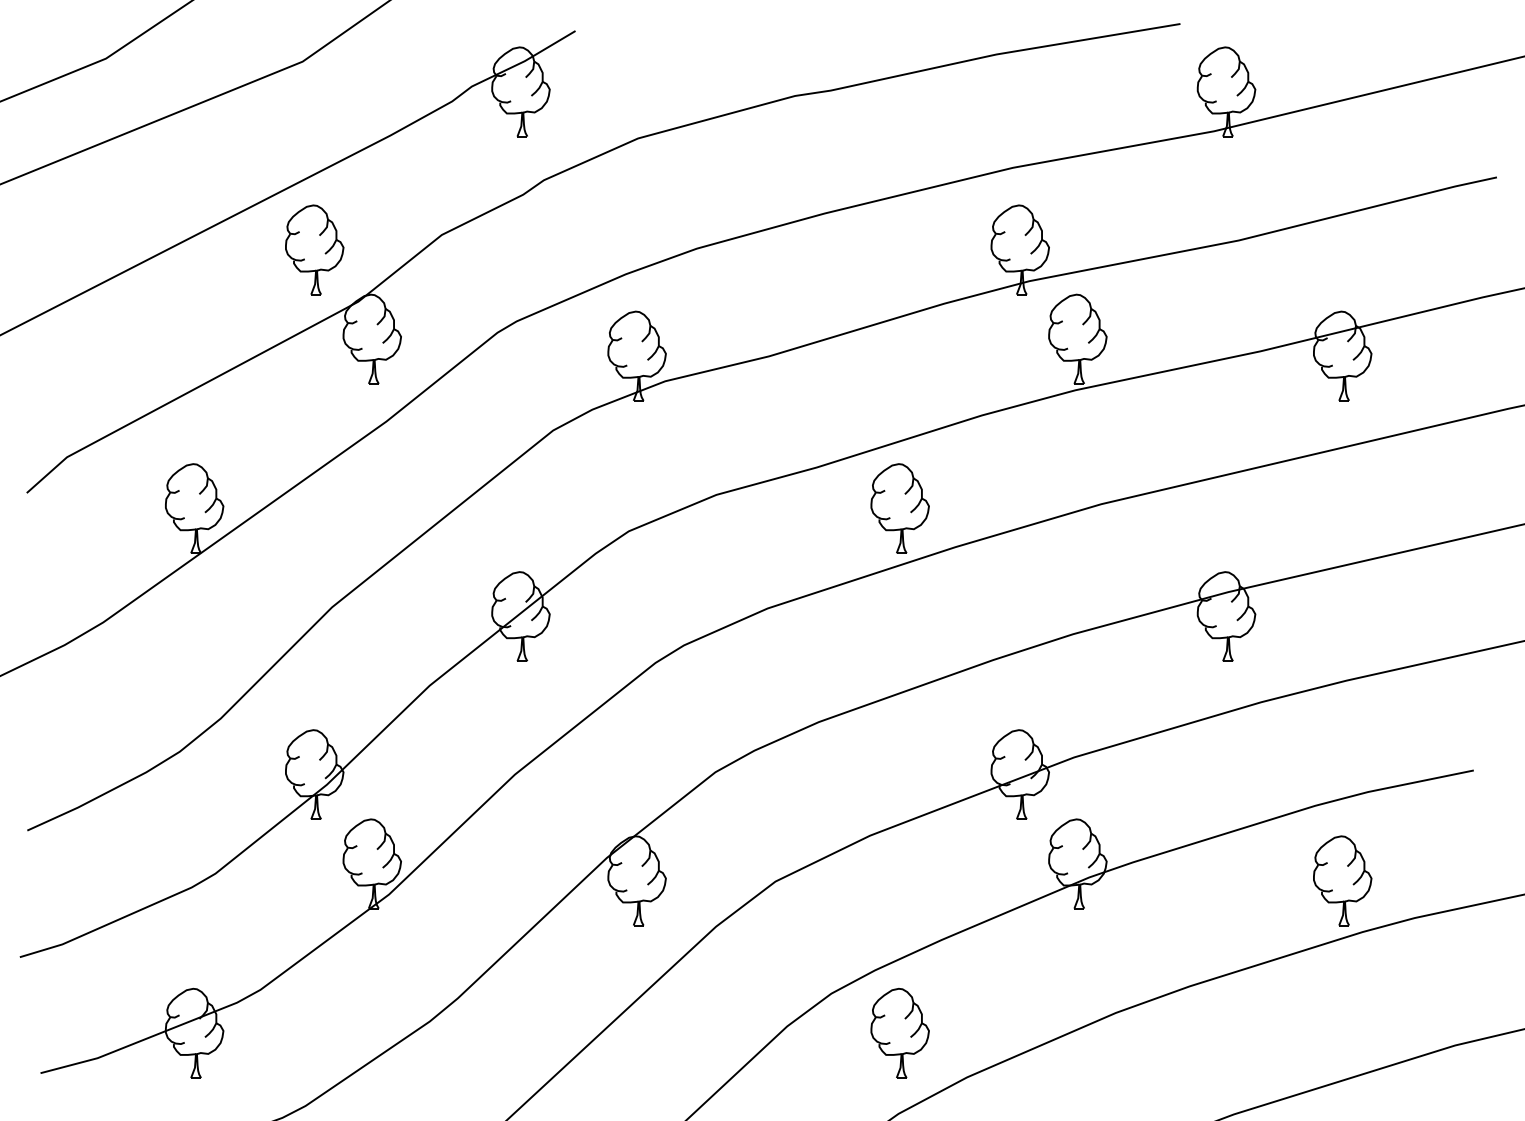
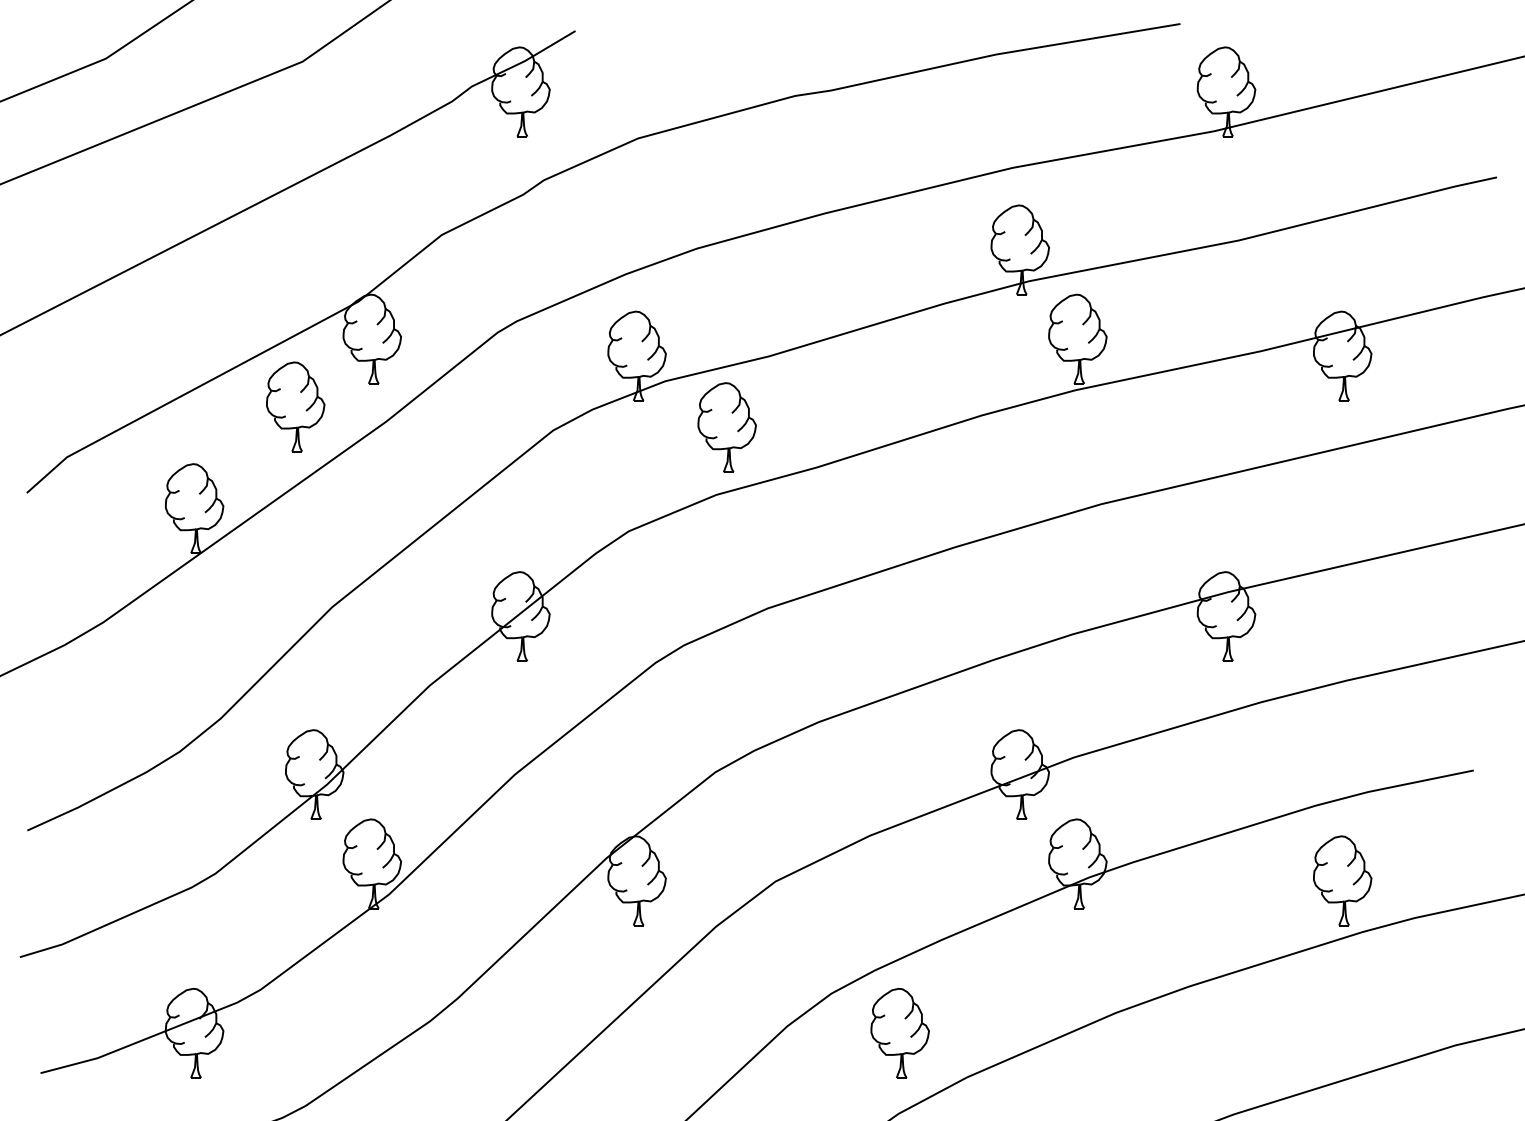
part at (314, 249) position: (314, 249) -> (295, 406)
part at (899, 508) position: (899, 508) -> (726, 427)
